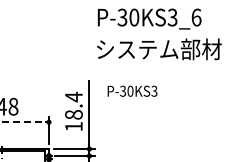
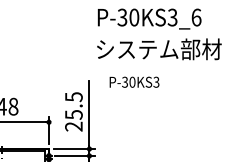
text at (132, 90) position: (132, 90) -> (134, 81)
text at (73, 111): 18.4 -> 25.5
line at (23, 122): dashed -> solid
